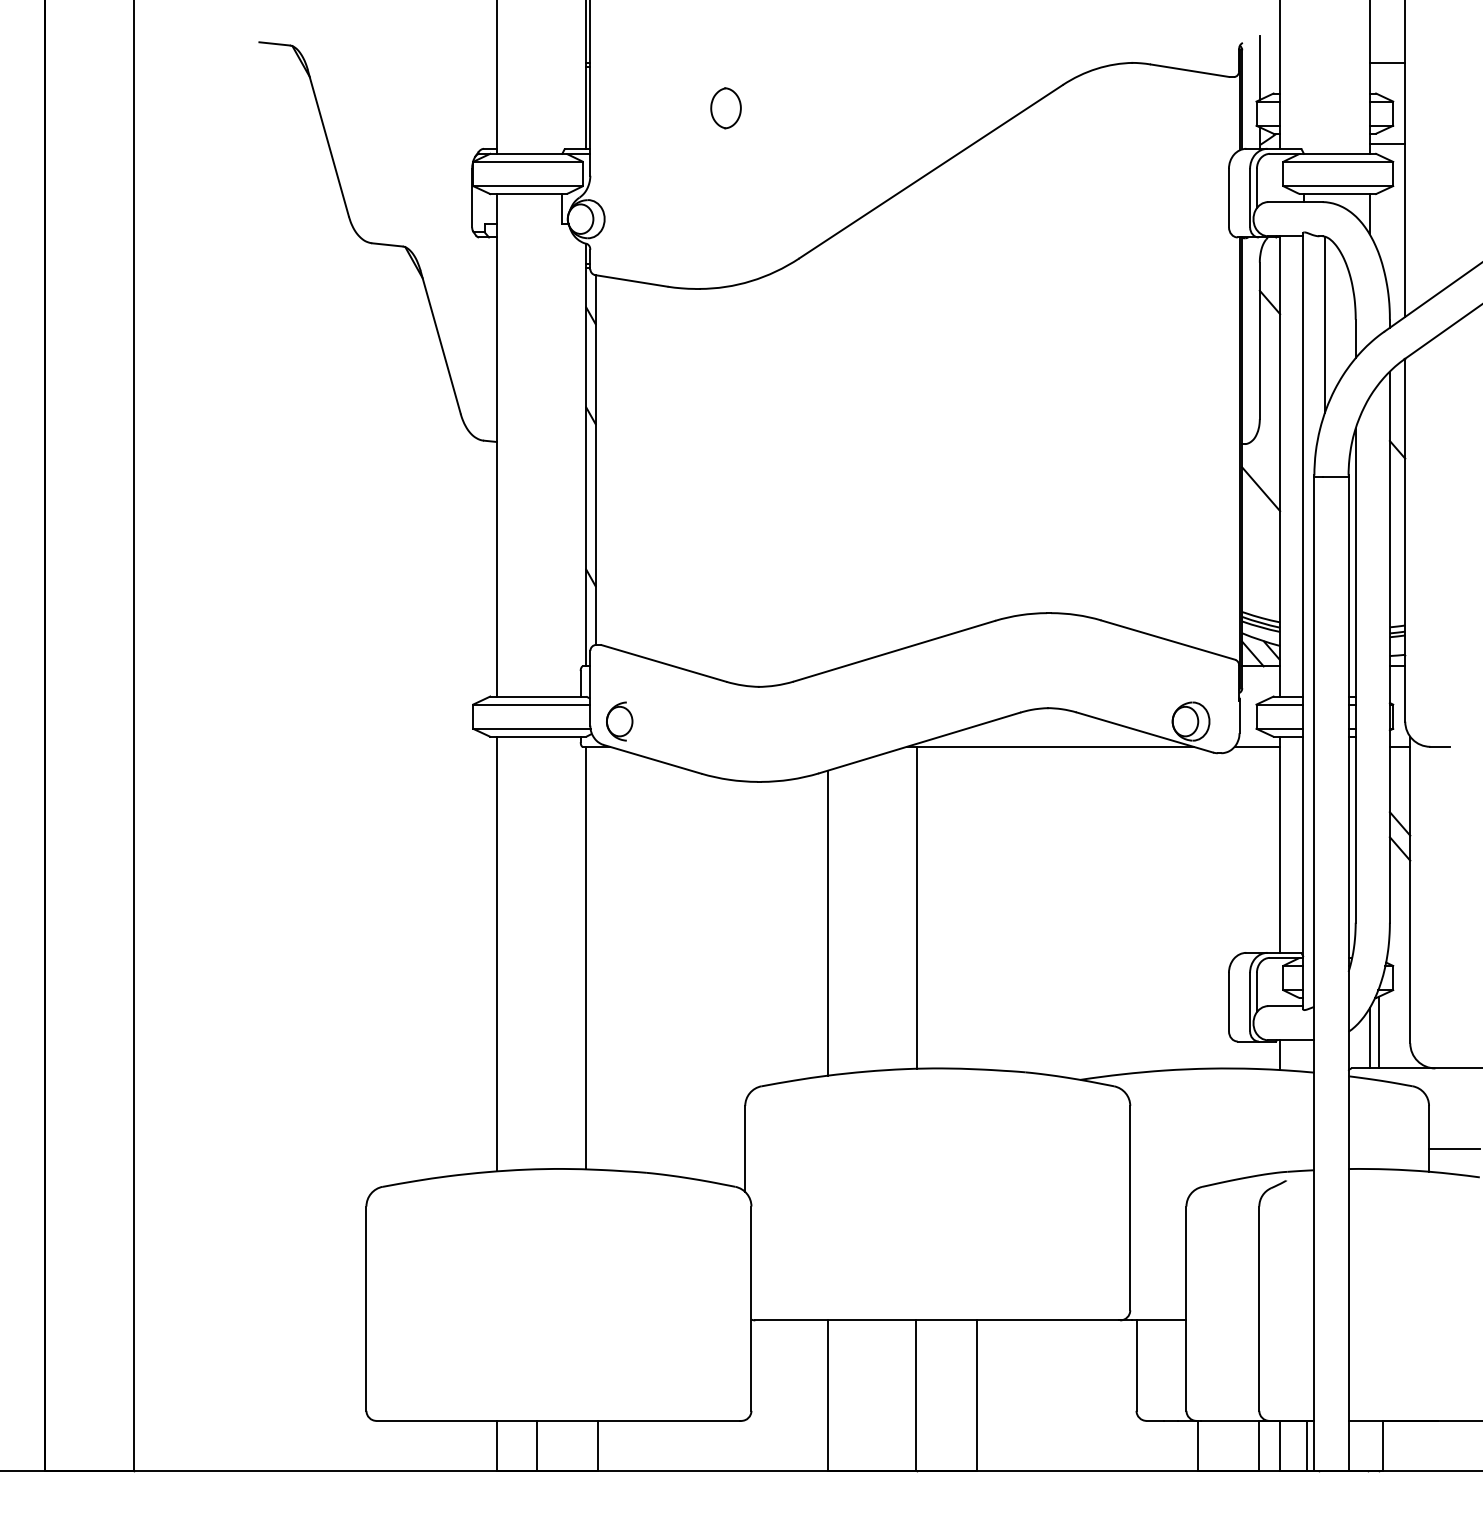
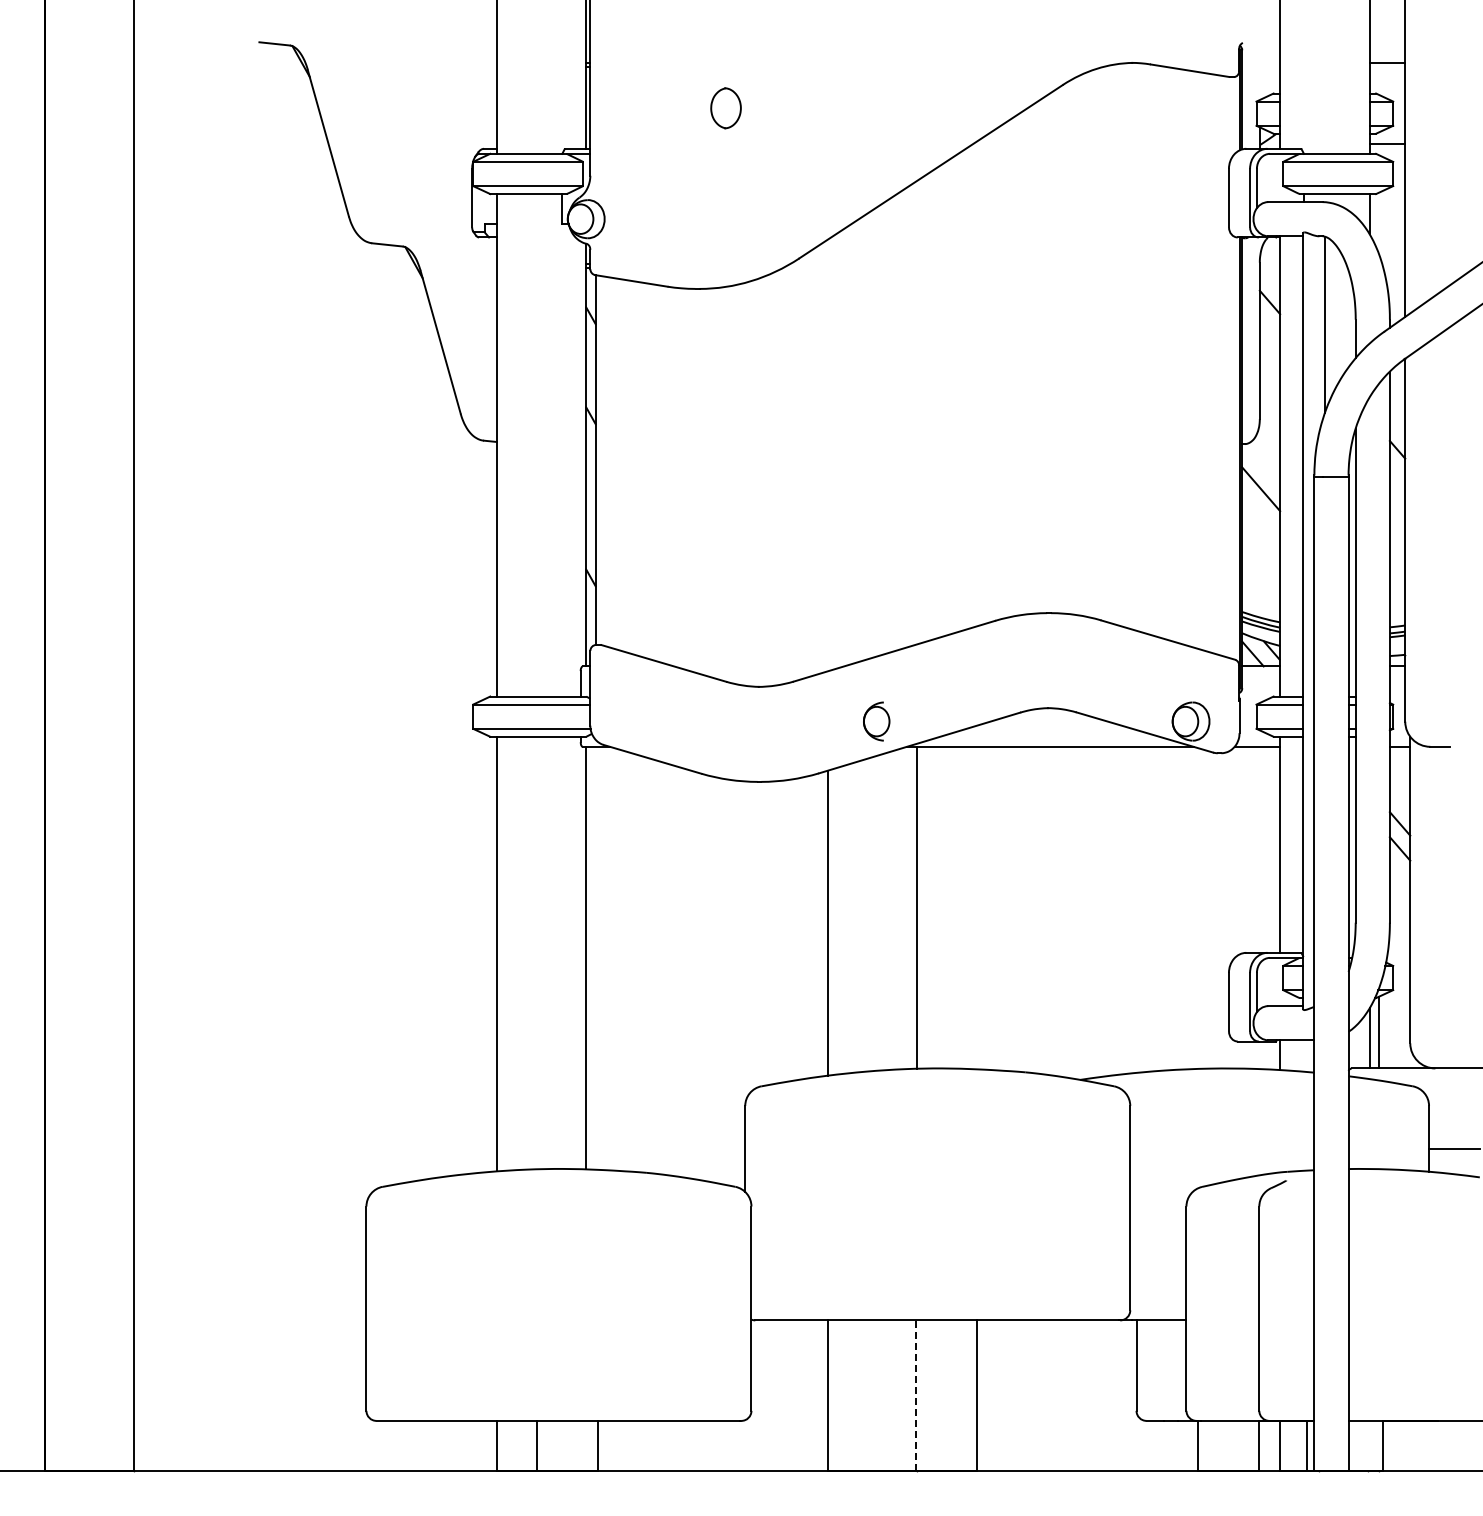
line at (1259, 67): present -> none
part at (619, 721) position: (619, 721) -> (876, 721)
line at (915, 1394): solid -> dashed
